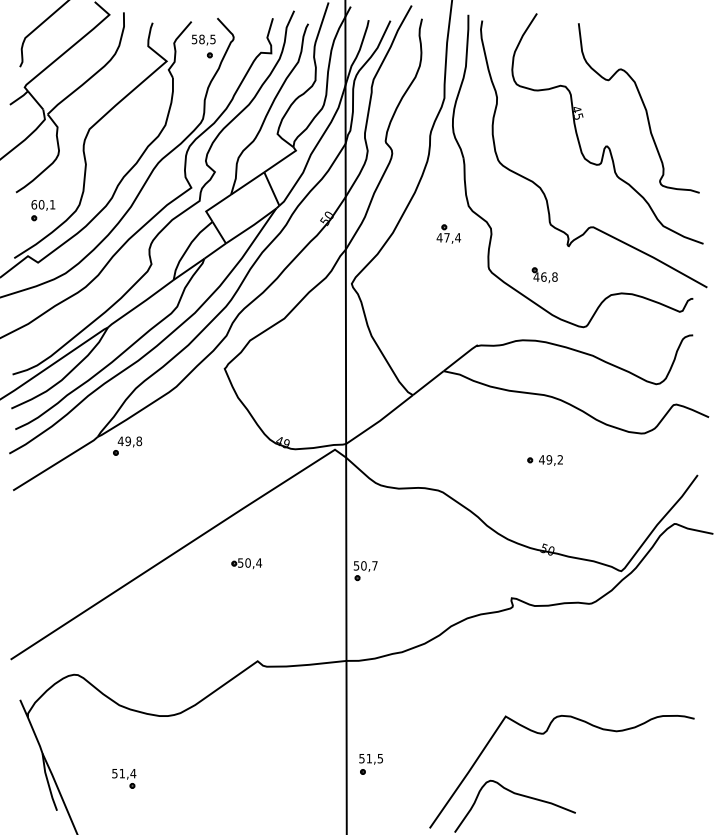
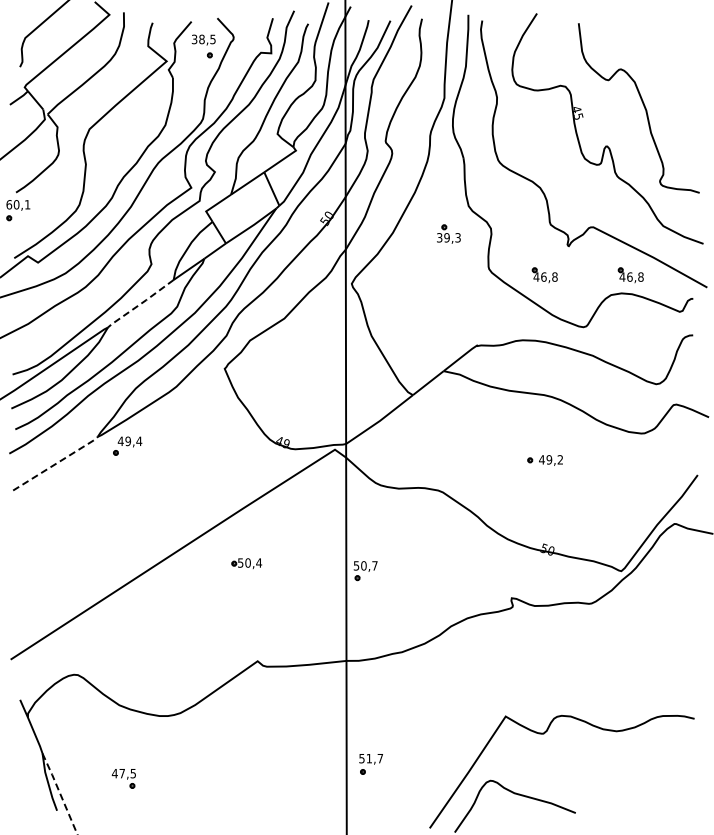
text at (194, 38): 58,5 -> 38,5
part at (43, 210) position: (43, 210) -> (18, 210)
text at (448, 237): 47,4 -> 39,3
part at (630, 275): none -> present
line at (140, 303): solid -> dashed
text at (139, 441): 49,8 -> 49,4
line at (57, 463): solid -> dashed
text at (379, 758): 51,5 -> 51,7
text at (123, 773): 51,4 -> 47,5
line at (59, 793): solid -> dashed
